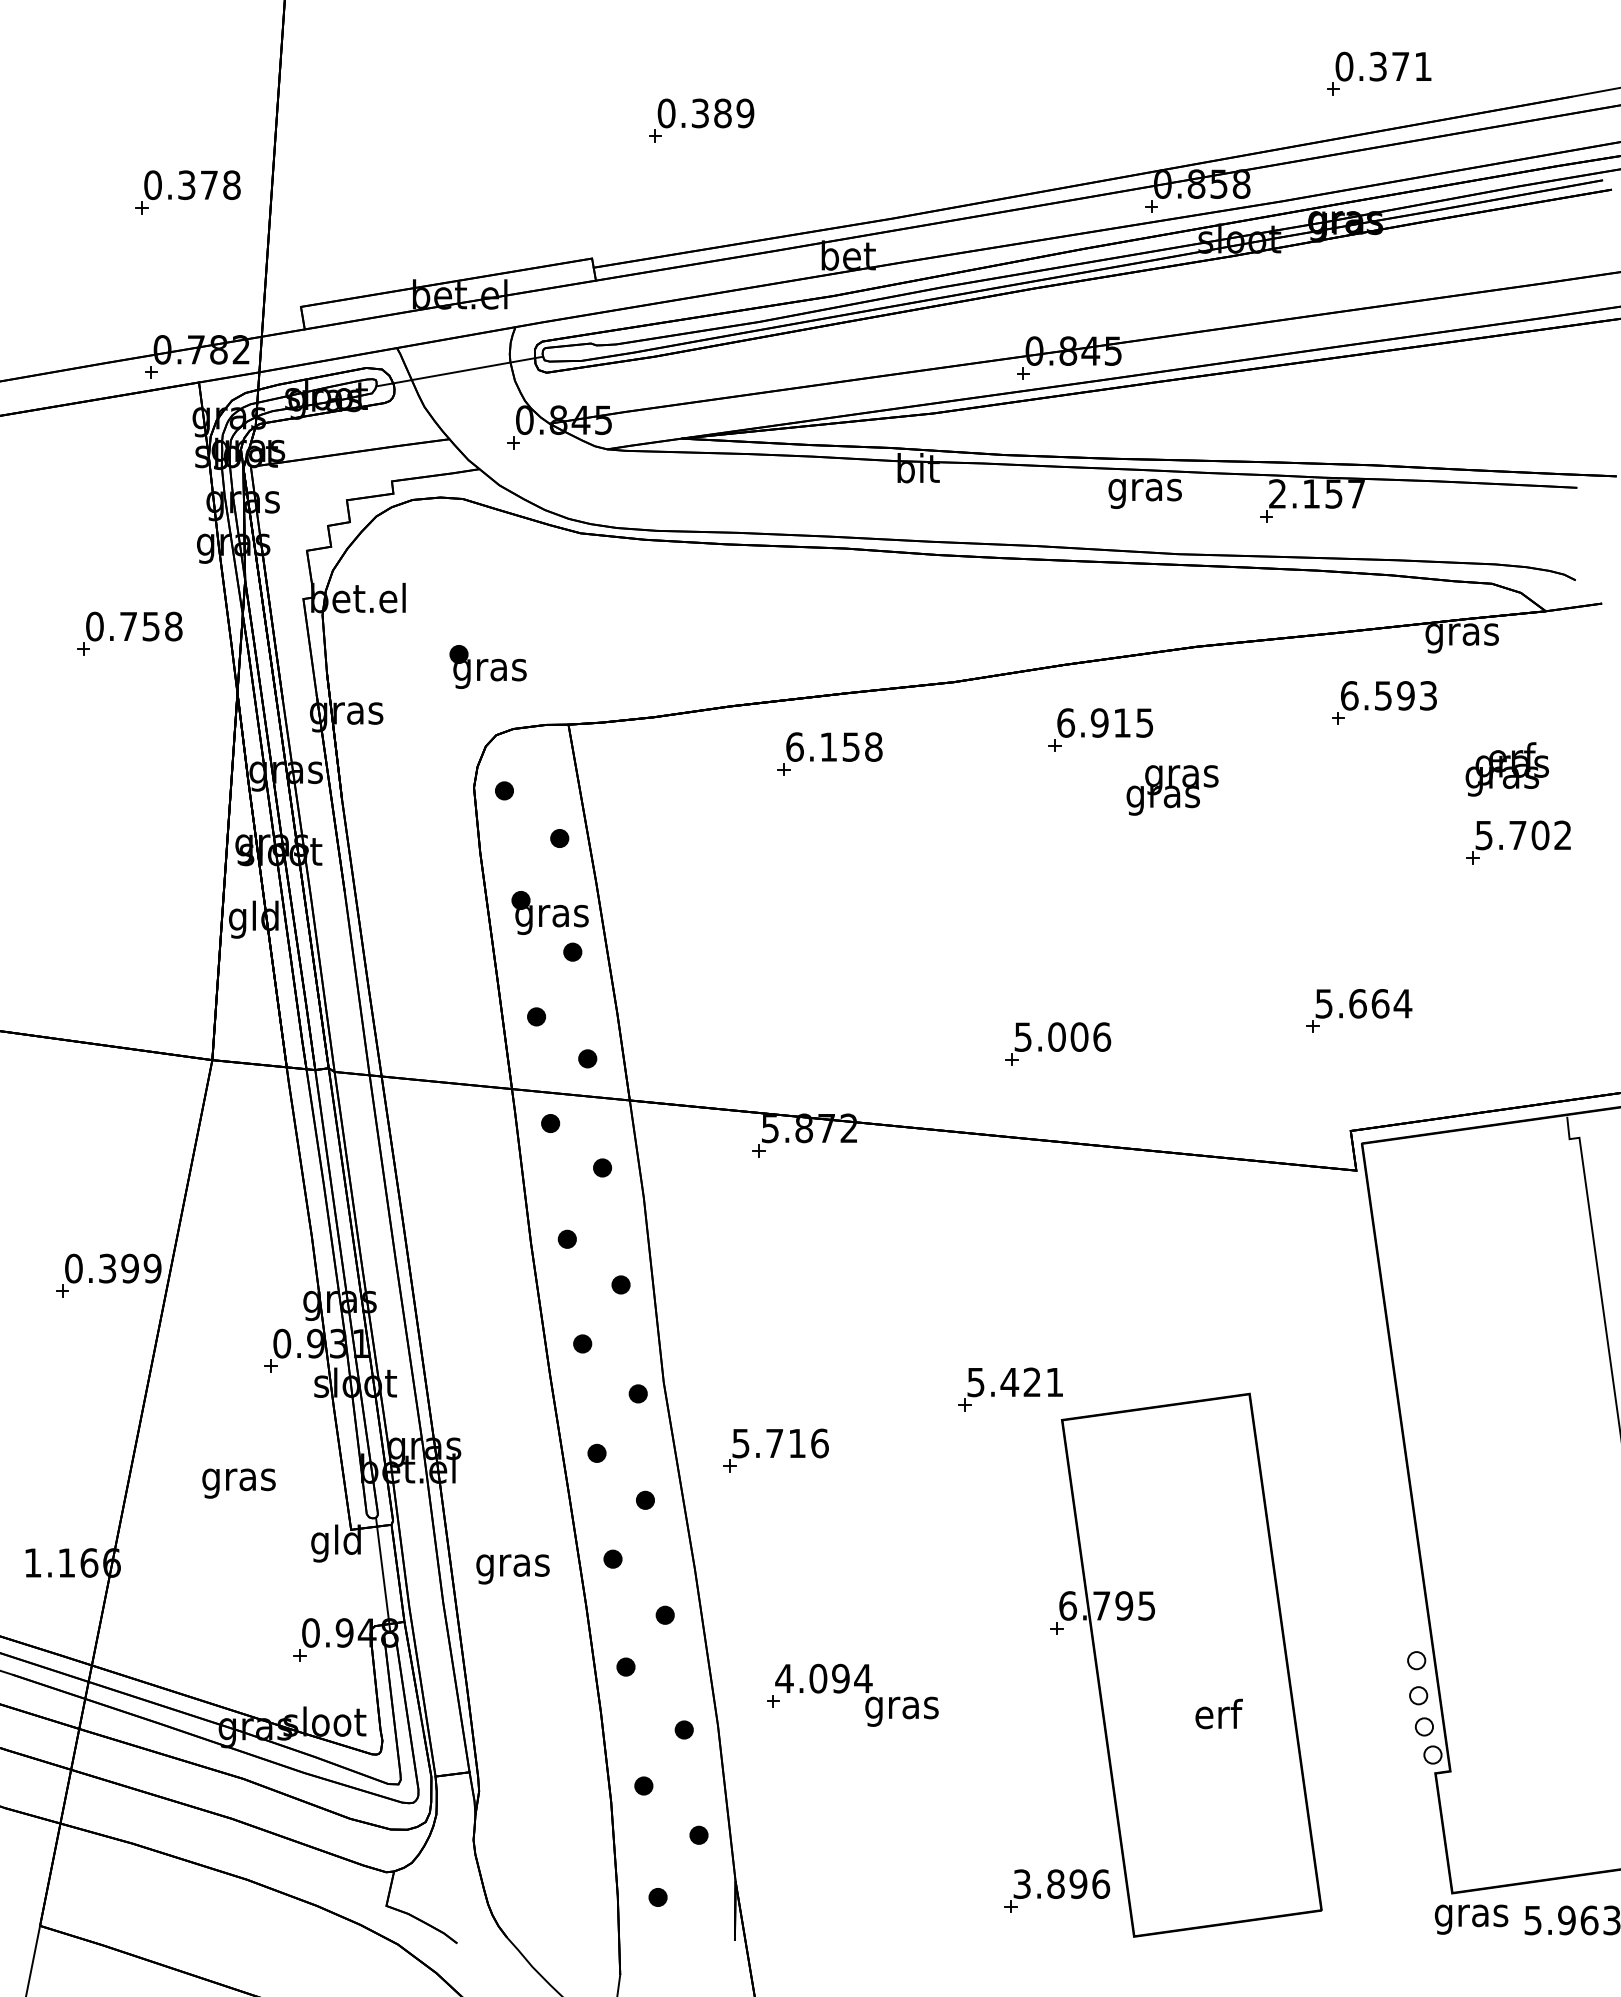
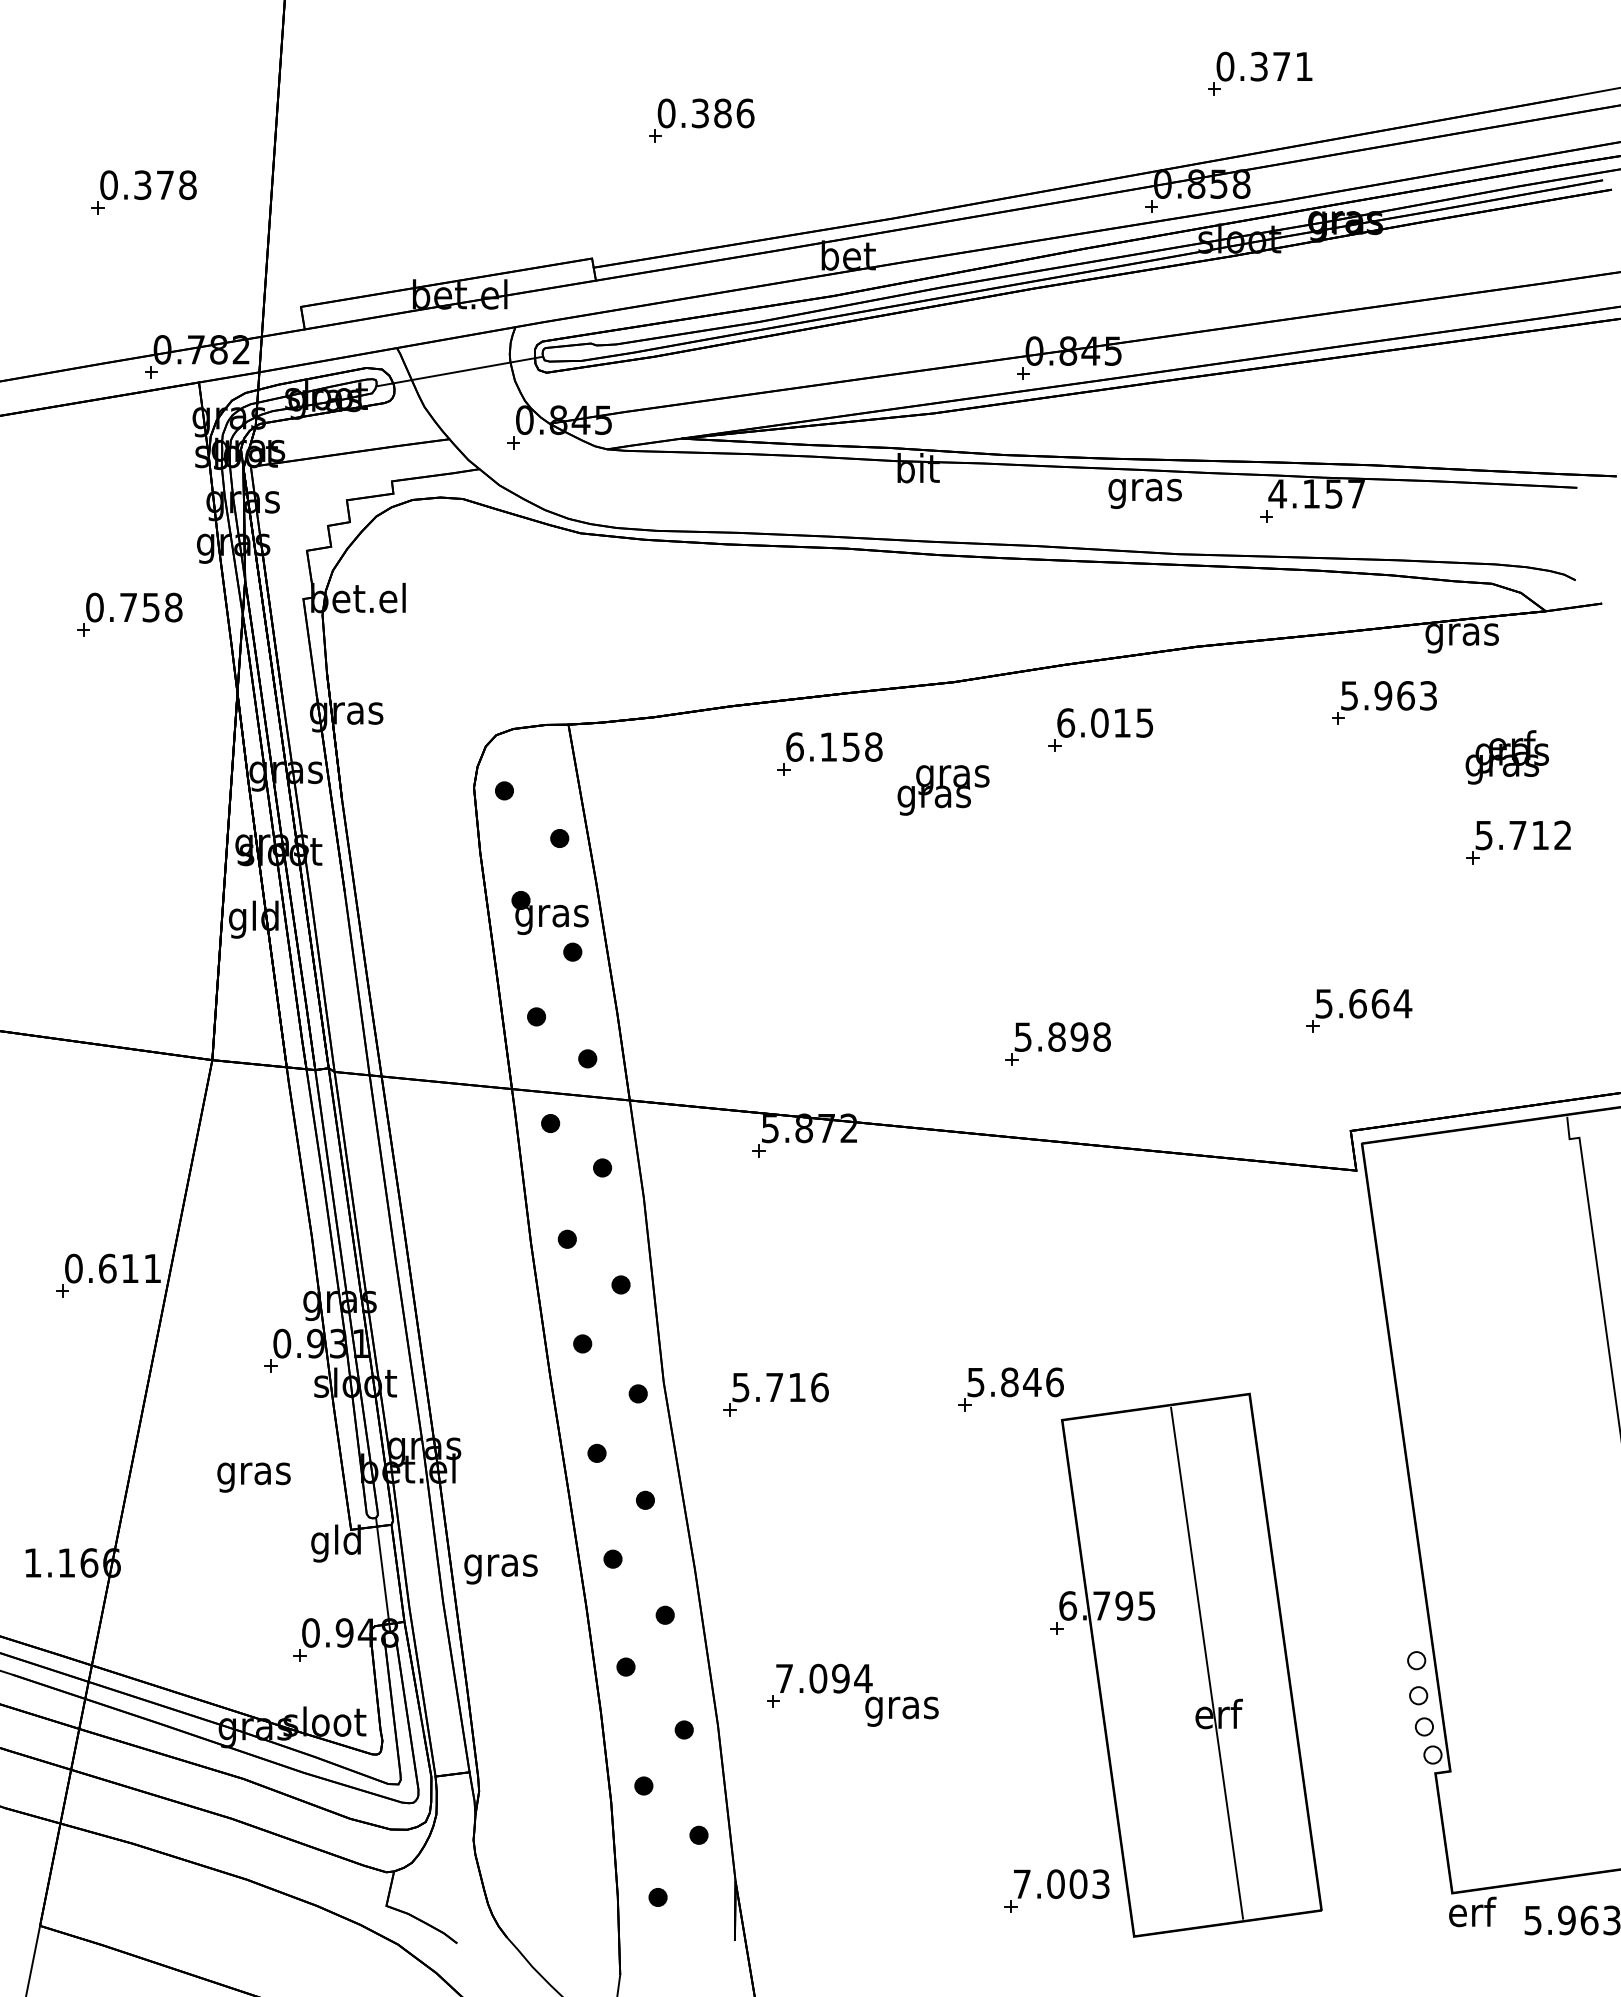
part at (1379, 73) position: (1379, 73) -> (1260, 73)
text at (745, 113): 0.389 -> 0.386
part at (187, 192) position: (187, 192) -> (143, 192)
text at (1277, 493): 2.157 -> 4.157
part at (129, 633) position: (129, 633) -> (129, 614)
part at (487, 666): present -> none
text at (1377, 695): 6.593 -> 5.963
text at (1099, 722): 6.915 -> 6.015
text at (1506, 769) position: (1506, 769) -> (1506, 757)
text at (1172, 790) position: (1172, 790) -> (943, 790)
text at (1540, 835): 5.702 -> 5.712
text at (1079, 1036): 5.006 -> 5.898
text at (130, 1268): 0.399 -> 0.611
text at (1031, 1382): 5.421 -> 5.846
part at (775, 1450) position: (775, 1450) -> (775, 1394)
text at (238, 1483) position: (238, 1483) -> (253, 1477)
text at (512, 1569) position: (512, 1569) -> (500, 1569)
line at (1207, 1662): none -> present
text at (784, 1678): 4.094 -> 7.094
text at (1061, 1884): 3.896 -> 7.003
text at (1471, 1915): gras -> erf
